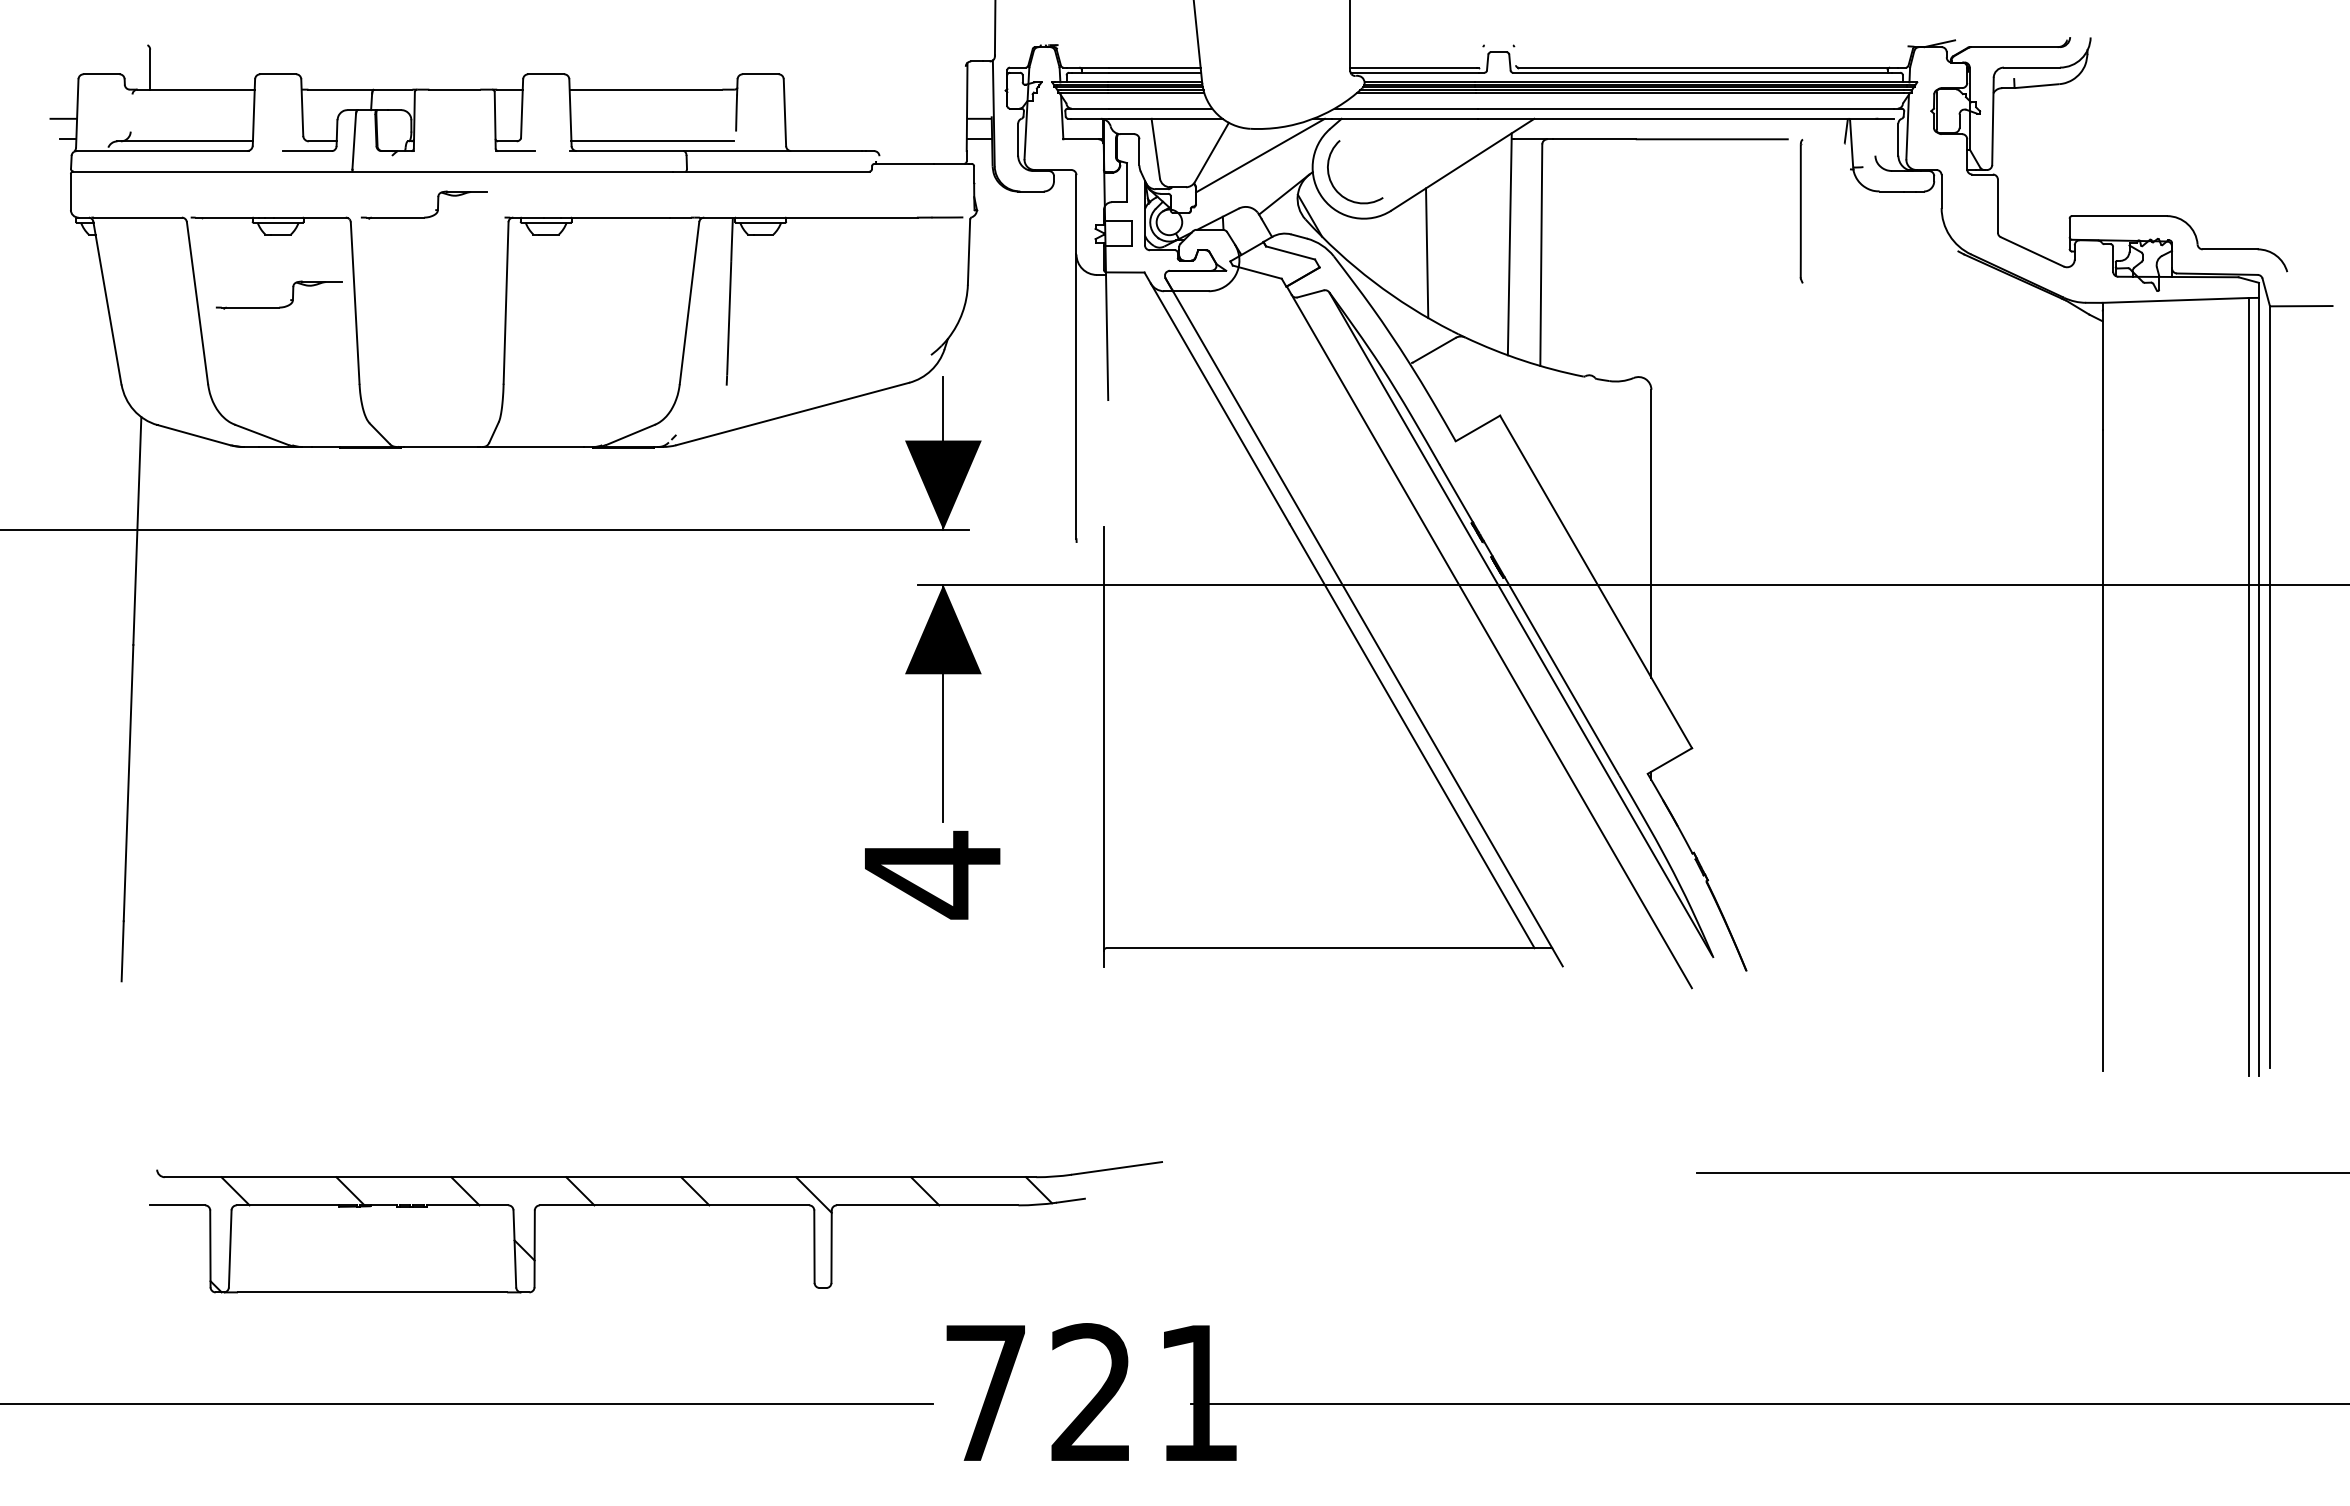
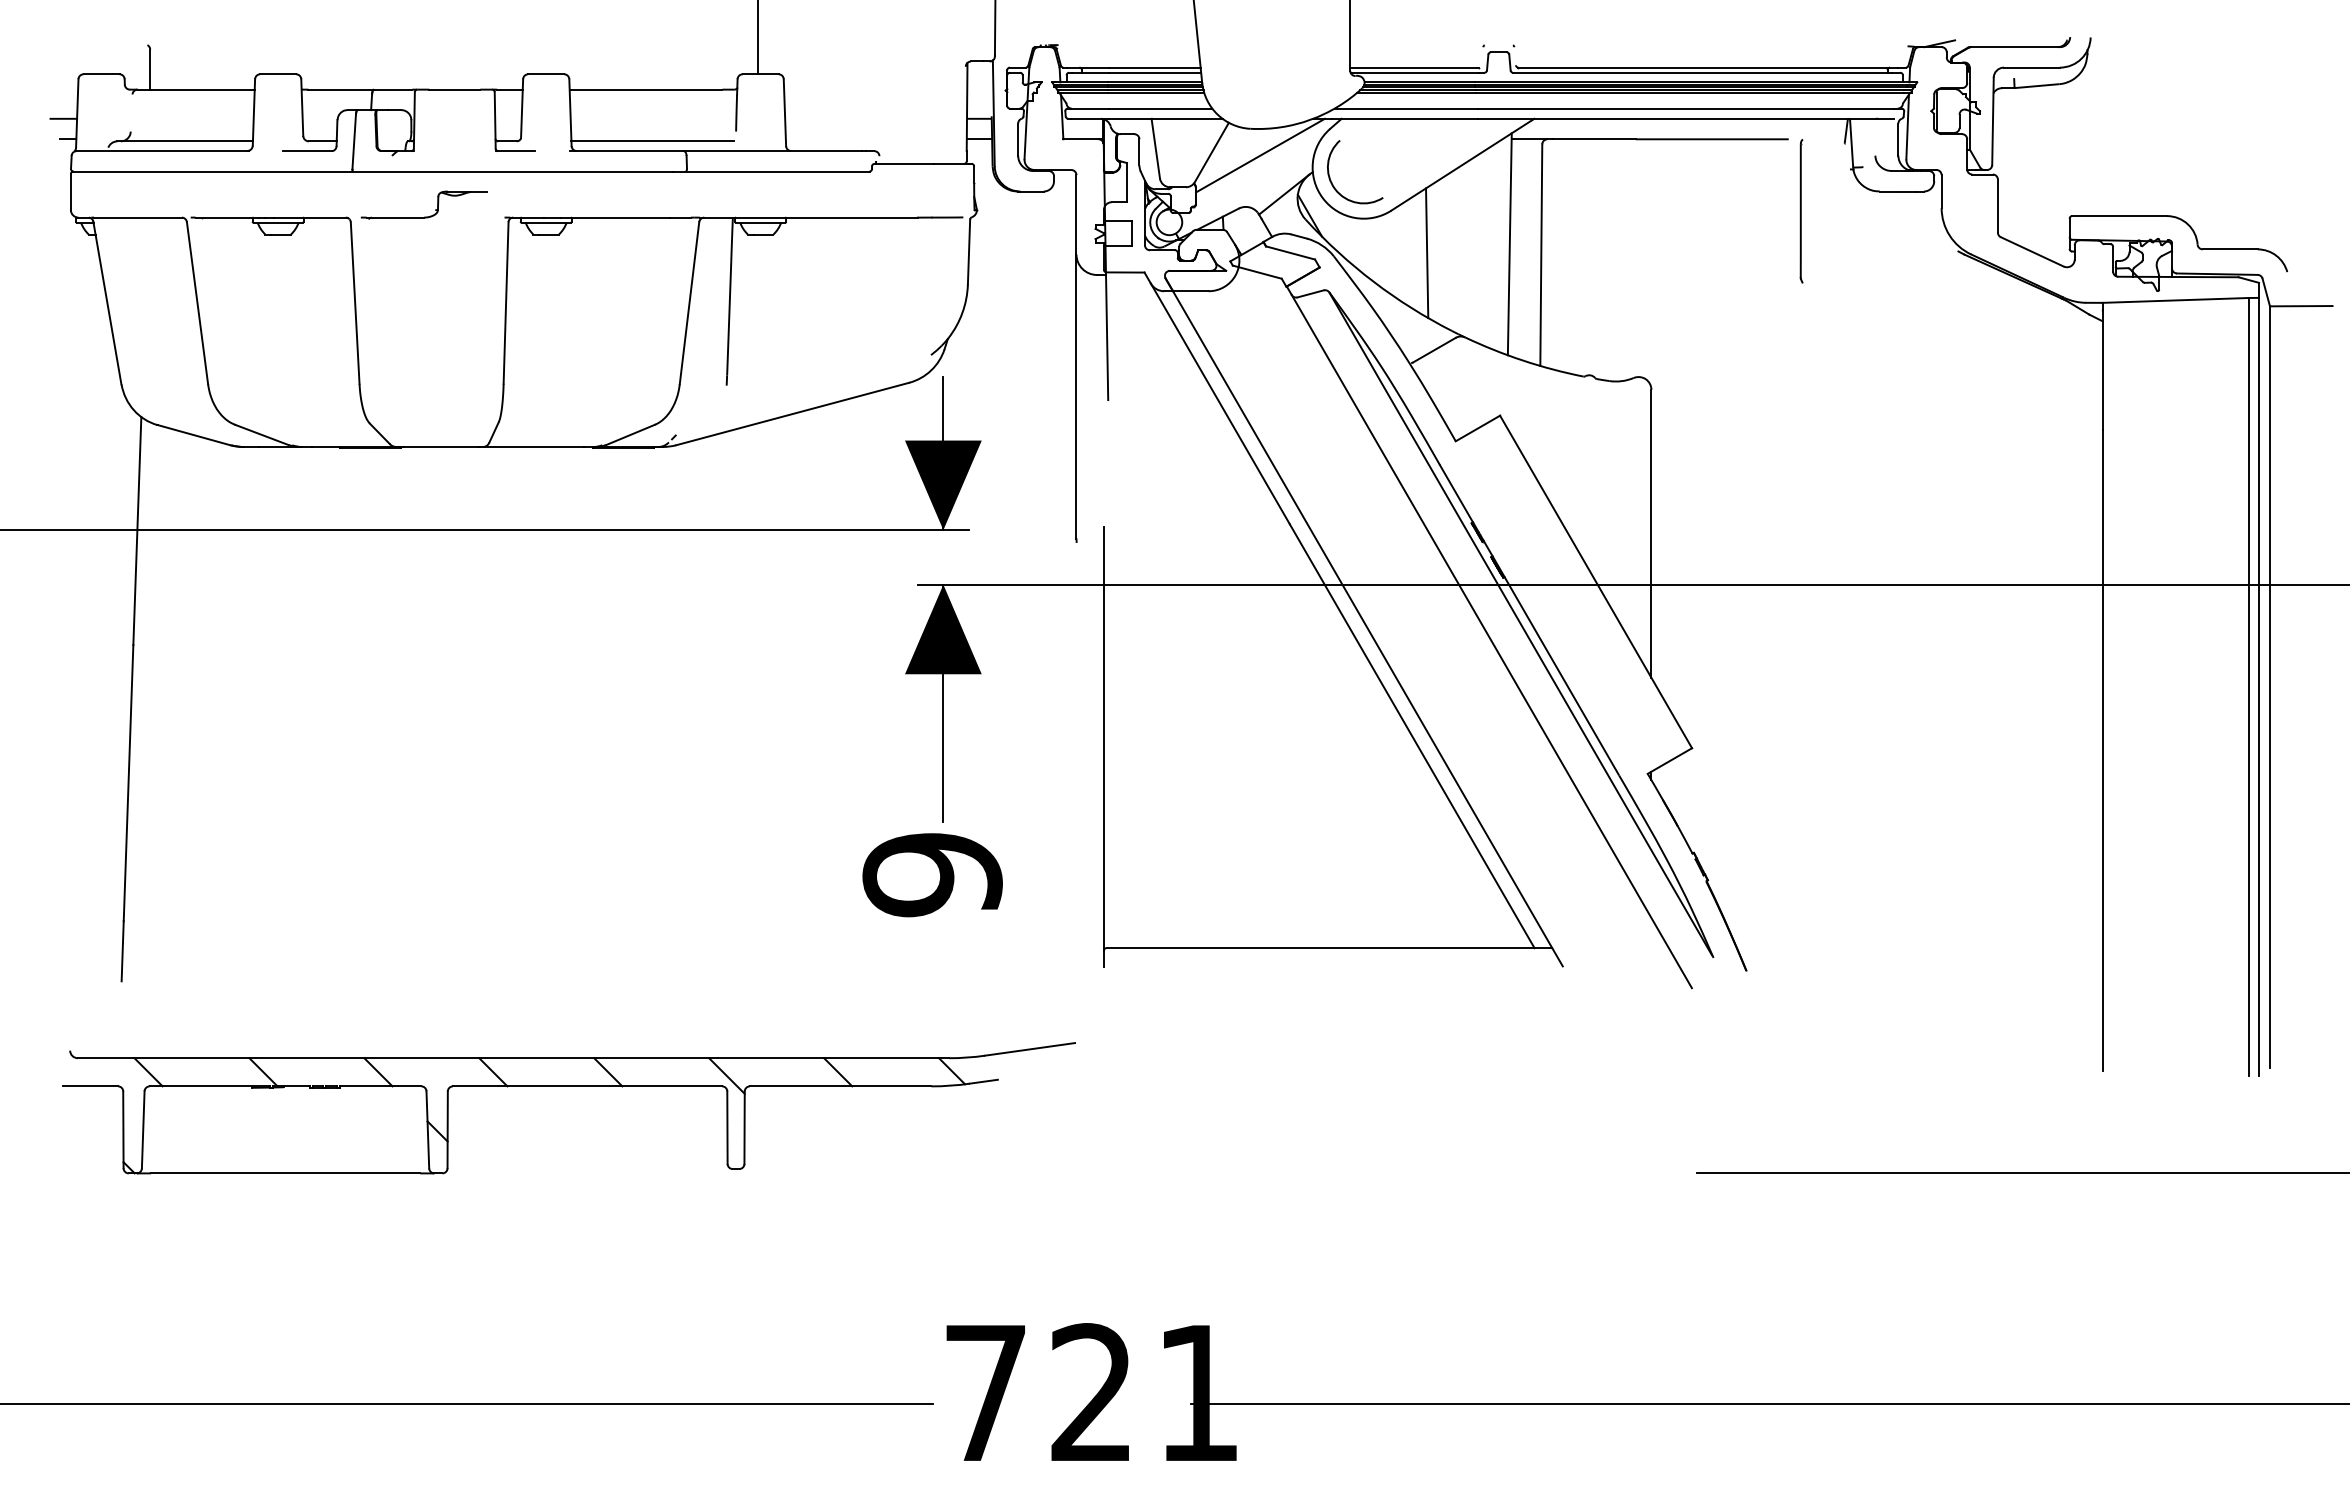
line at (757, 38): none -> present
part at (279, 306): present -> none
text at (932, 874): 4 -> 9
part at (655, 1205) position: (655, 1205) -> (568, 1086)
